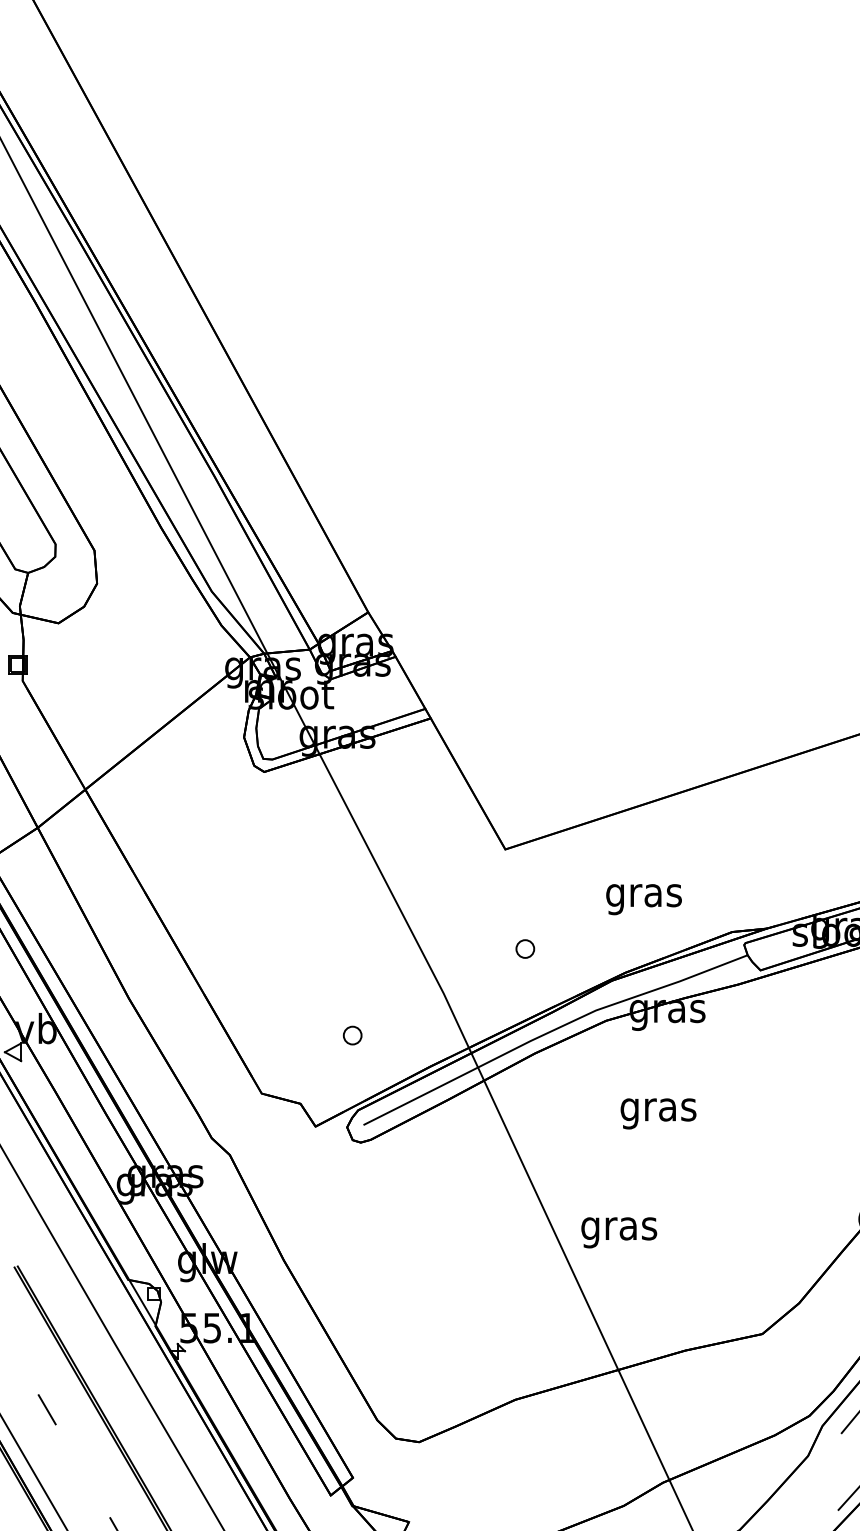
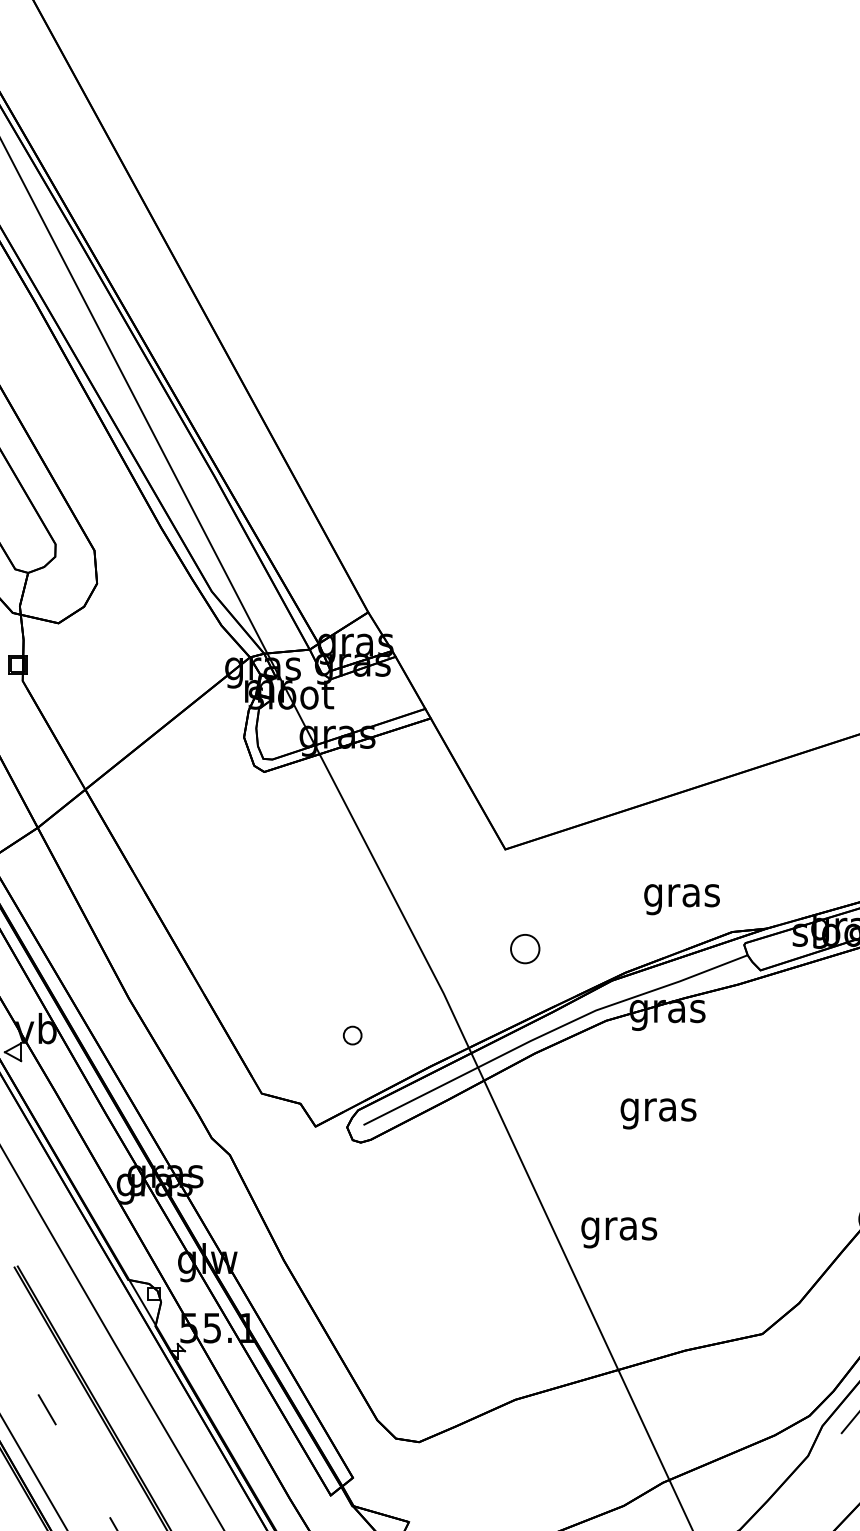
text at (643, 899) position: (643, 899) -> (681, 899)
part at (525, 948) size: 21x20 px -> 31x31 px
line at (846, 1499): present -> none
